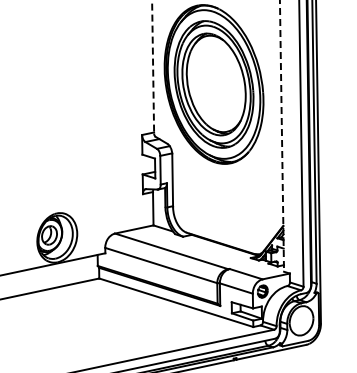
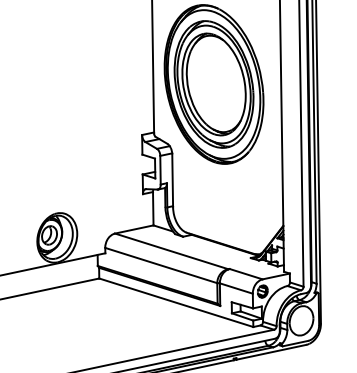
line at (153, 67): dashed -> solid
line at (281, 136): dashed -> solid
